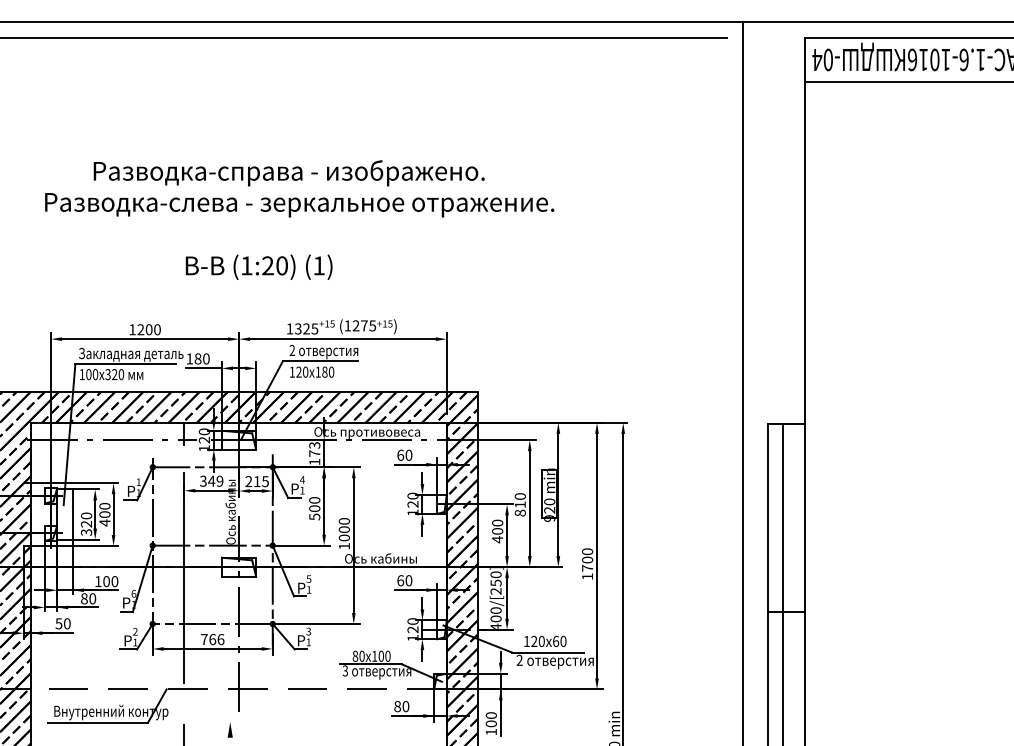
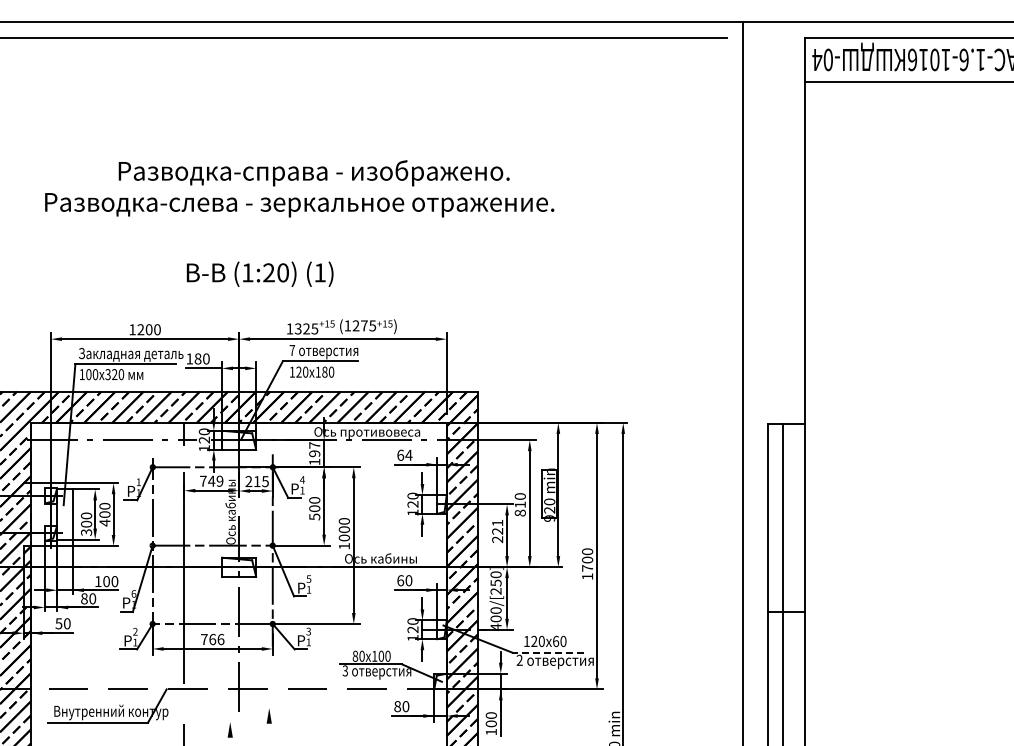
text at (288, 173) position: (288, 173) -> (313, 173)
text at (258, 266) position: (258, 266) -> (259, 273)
text at (292, 349): 2 -> 7
text at (314, 449): 173 -> 197
text at (408, 454): 60 -> 64
text at (203, 480): 349 -> 749
text at (86, 523): 320 -> 300
text at (497, 531): 400 -> 221
line at (547, 652): solid -> dashed
part at (268, 715): none -> present
